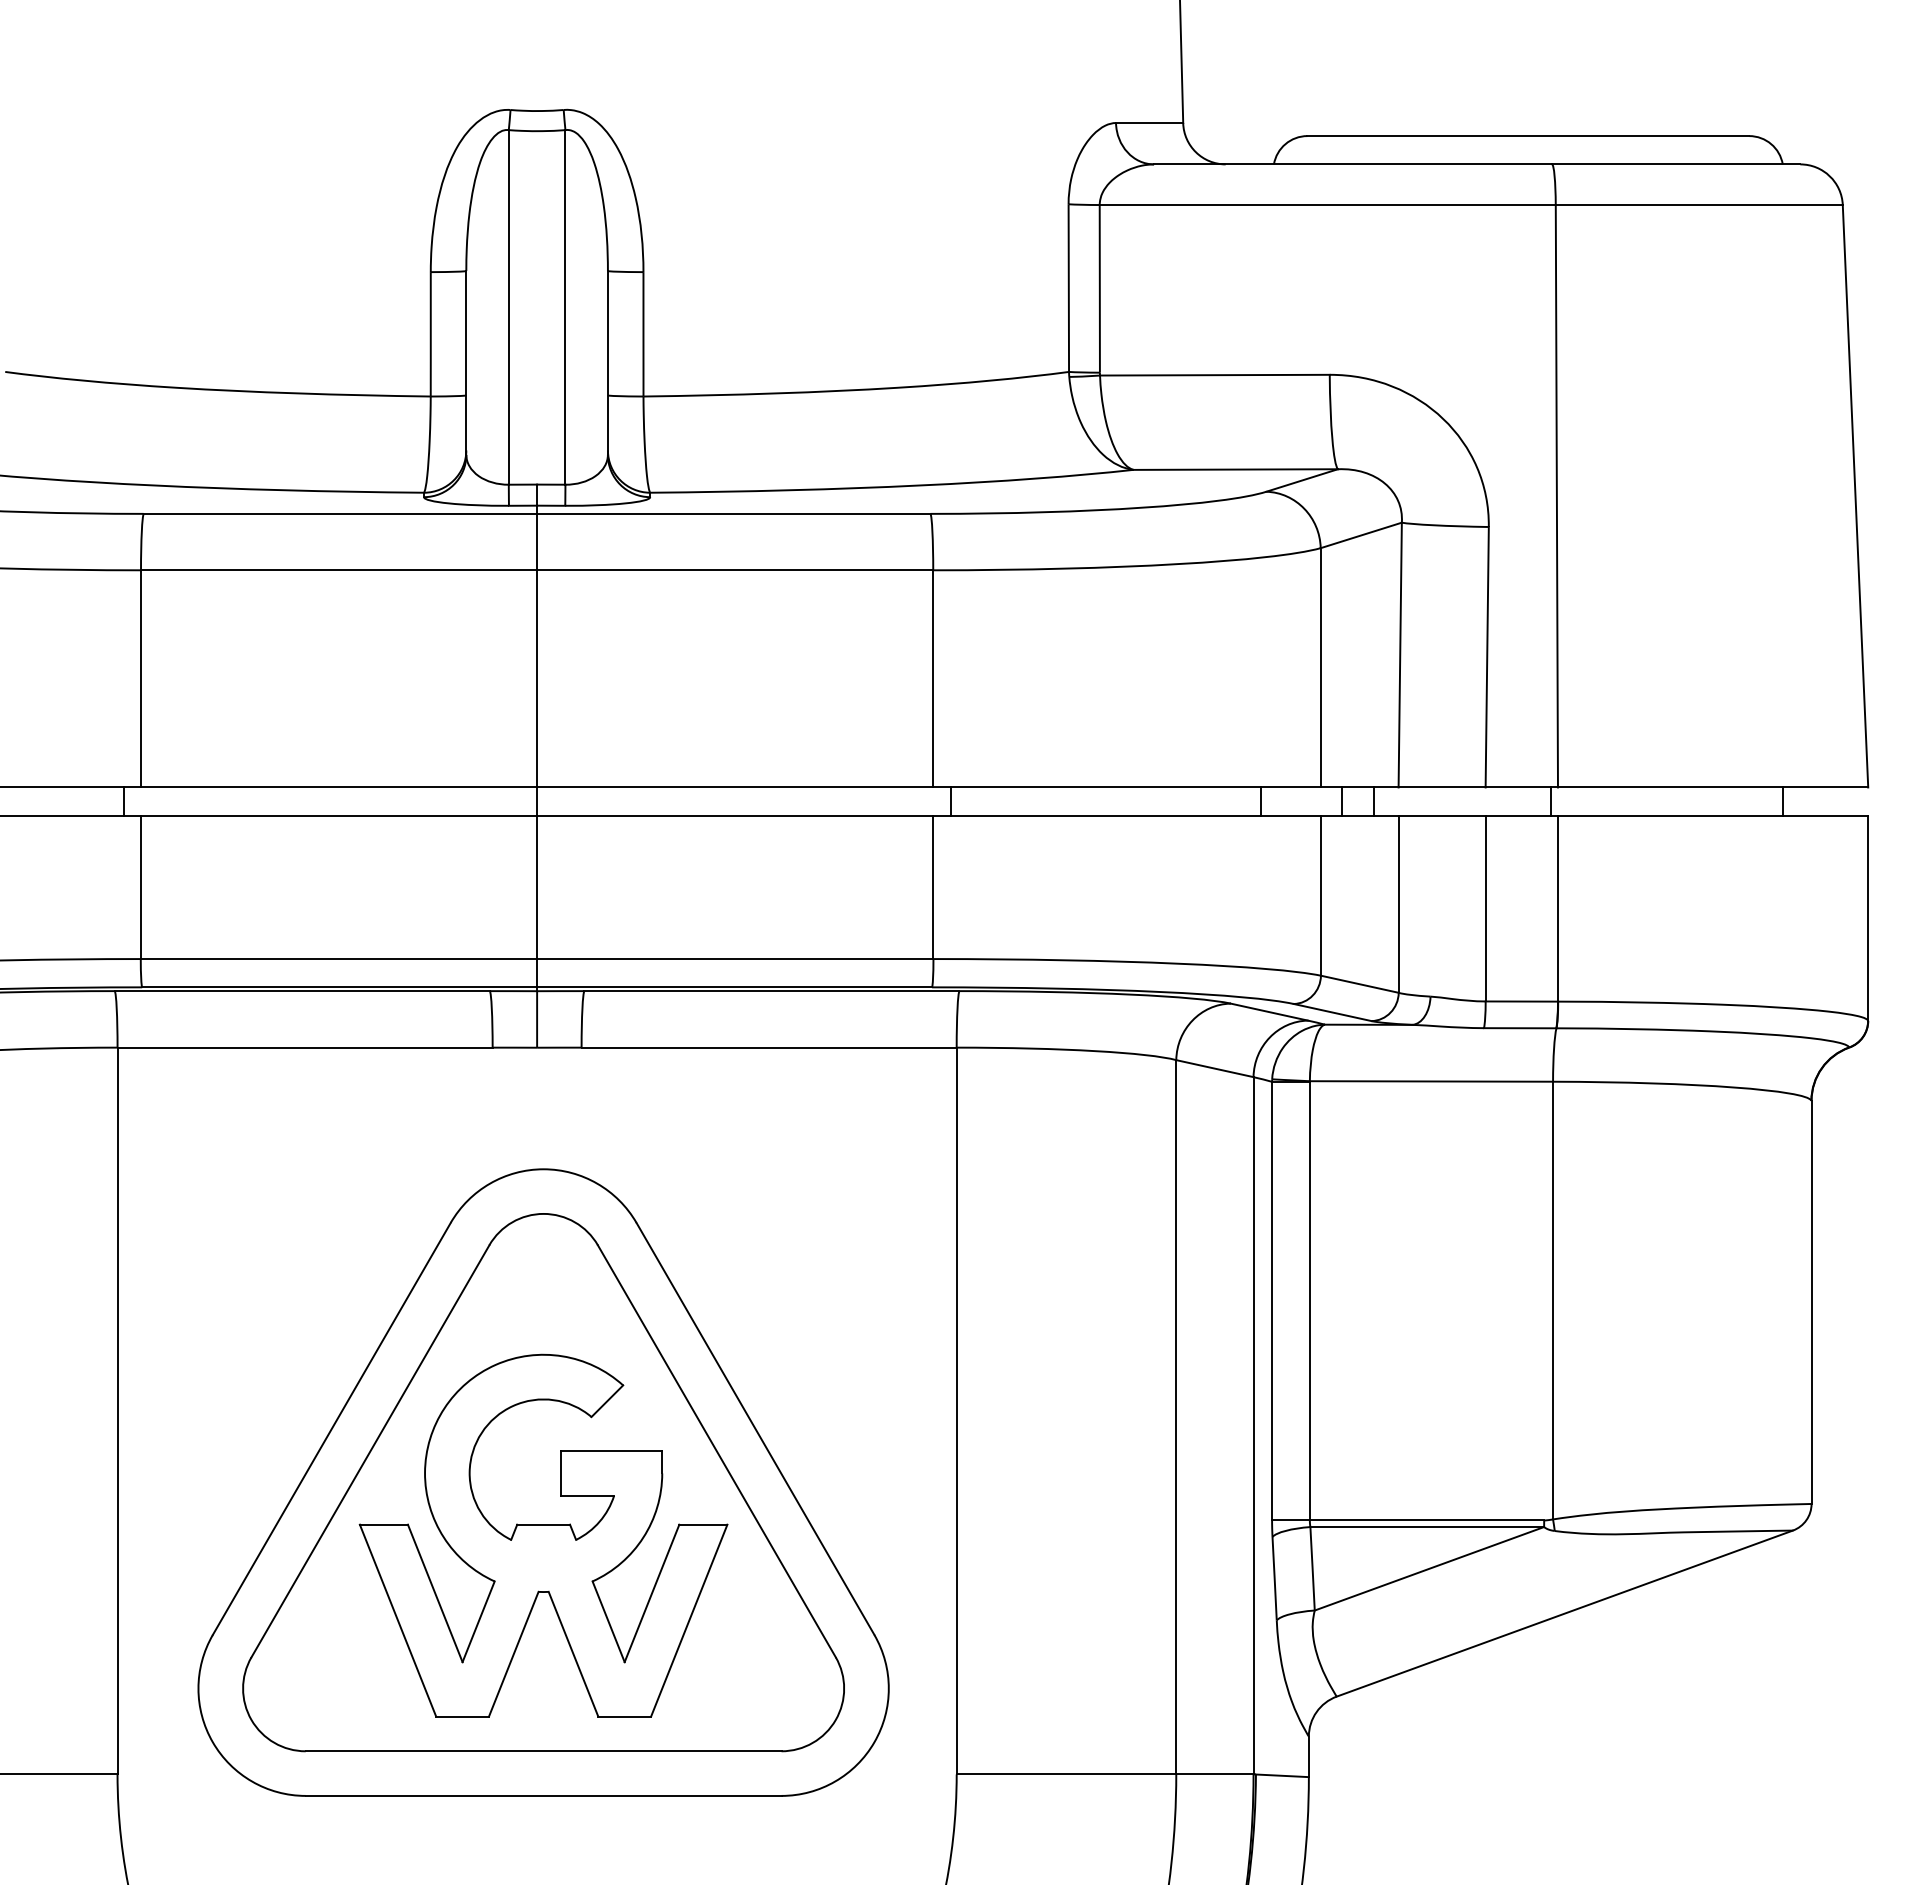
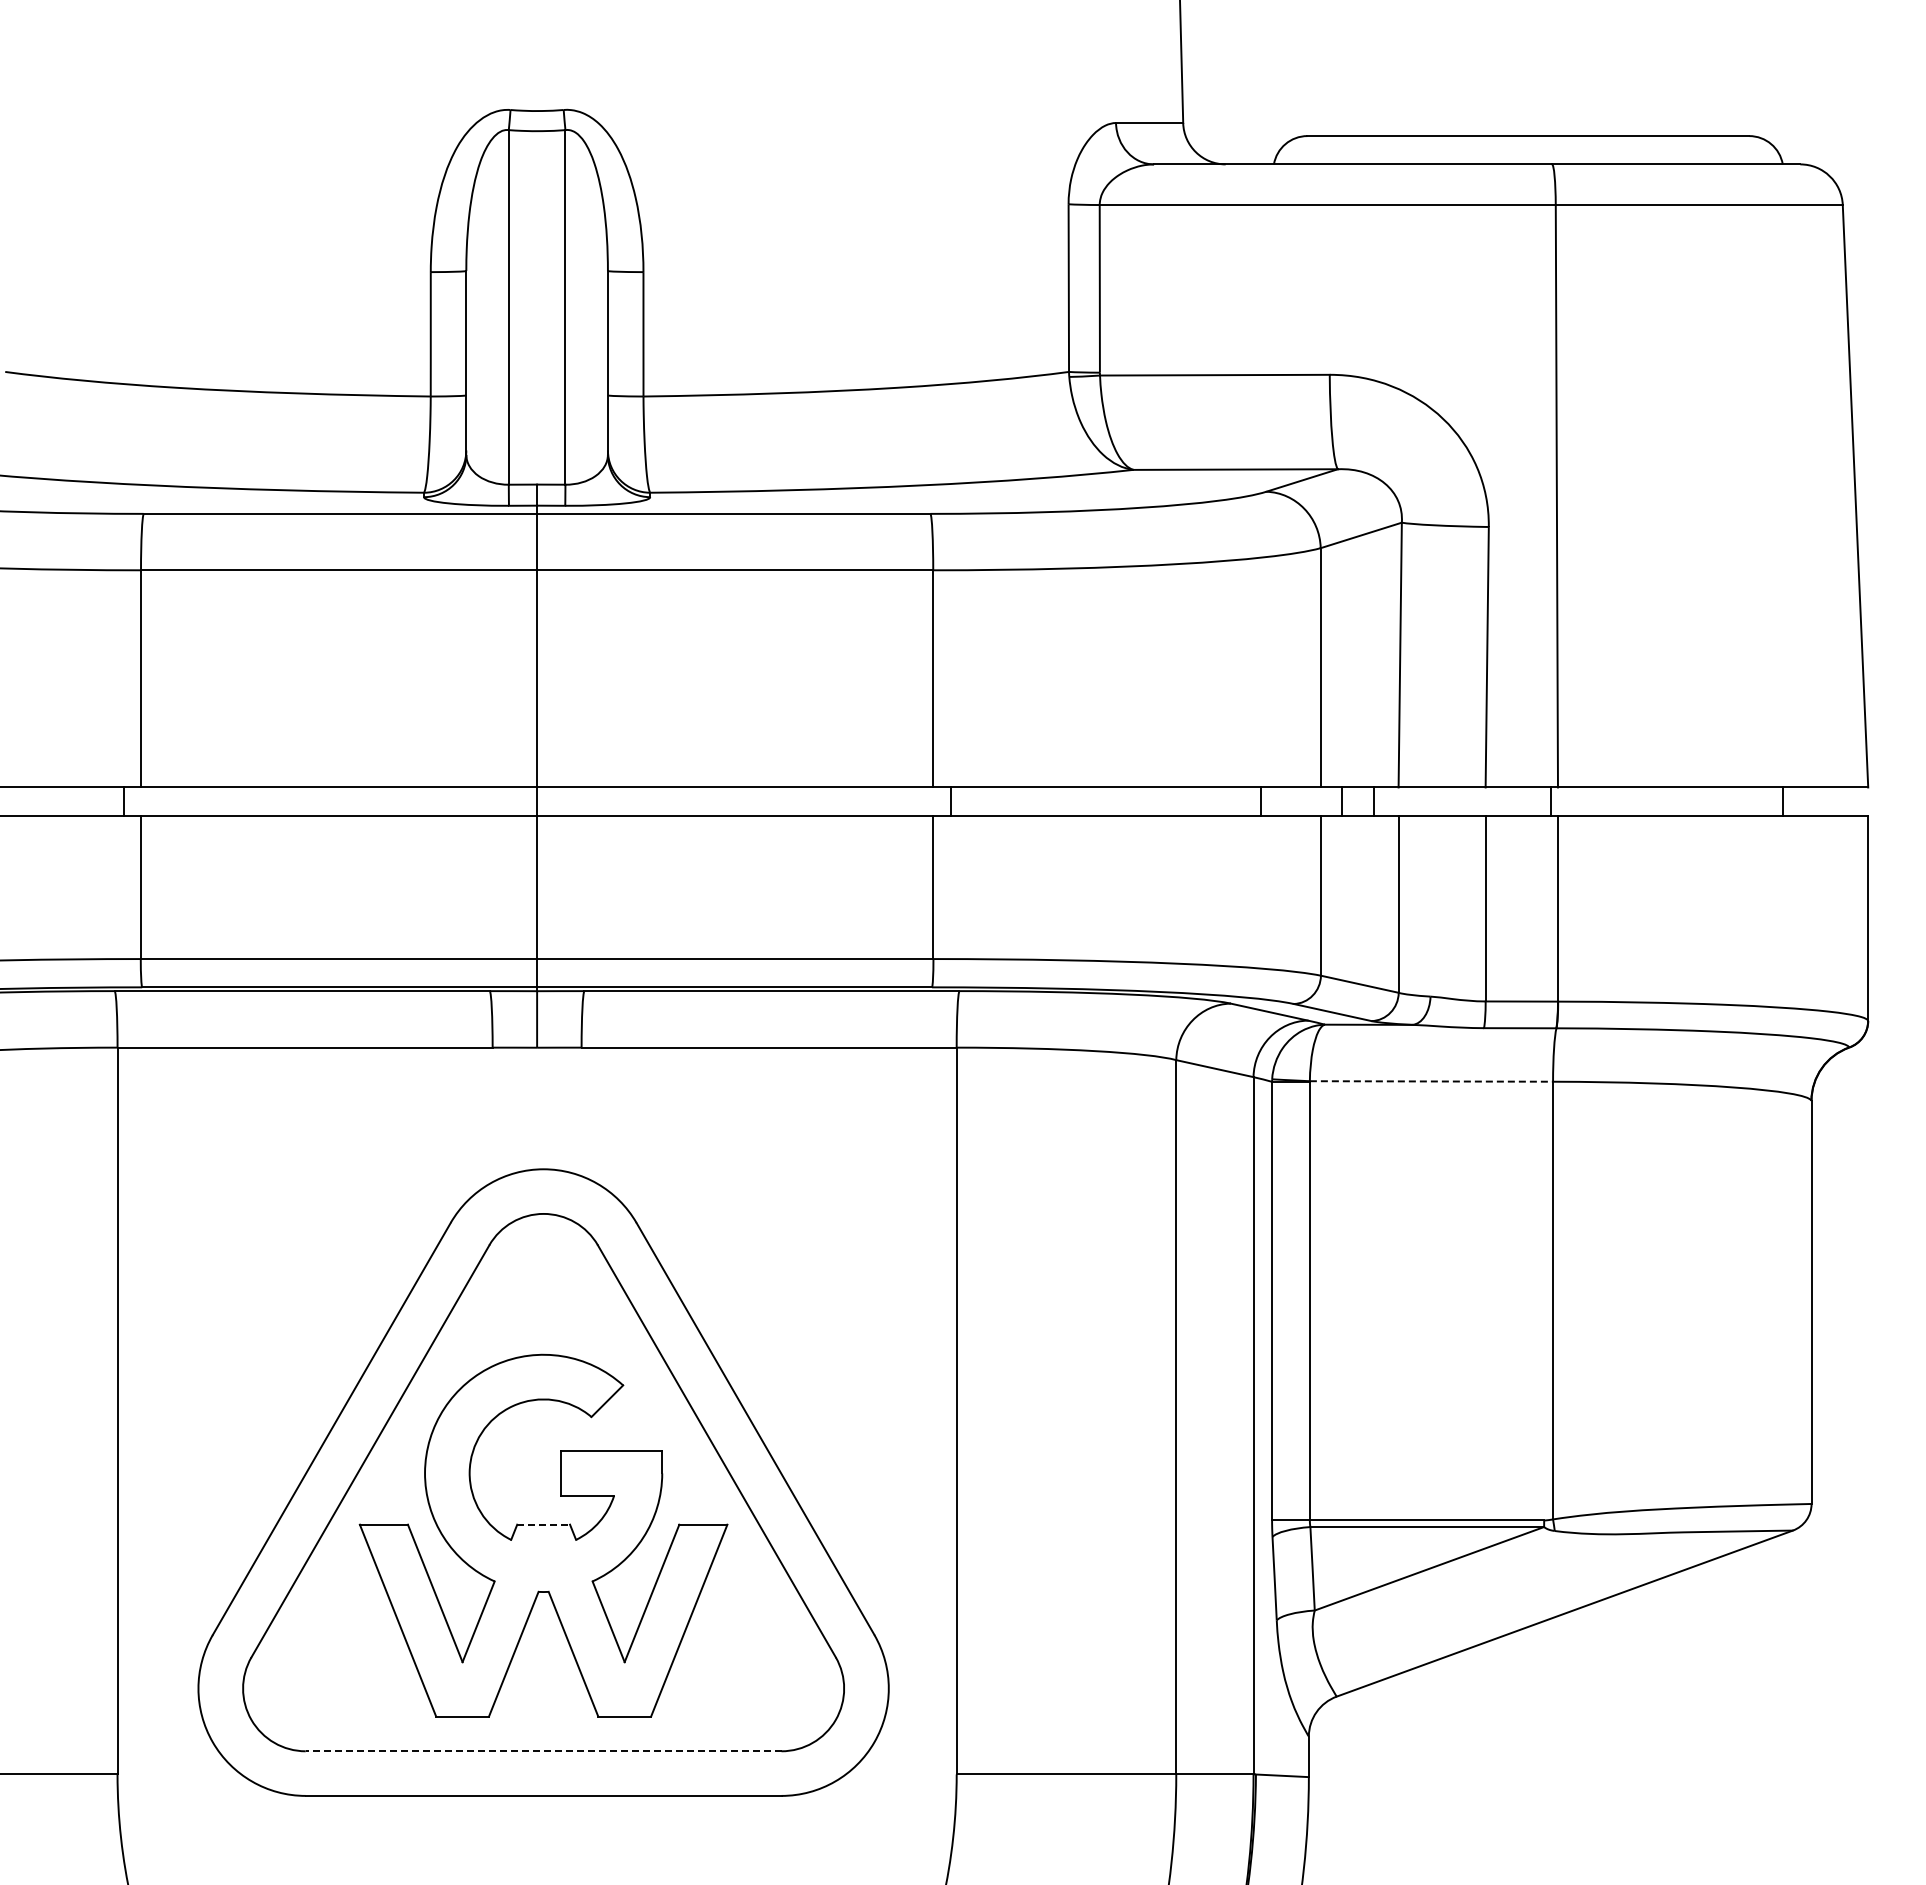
line at (1431, 1081): solid -> dashed
line at (544, 1524): solid -> dashed
line at (543, 1751): solid -> dashed
